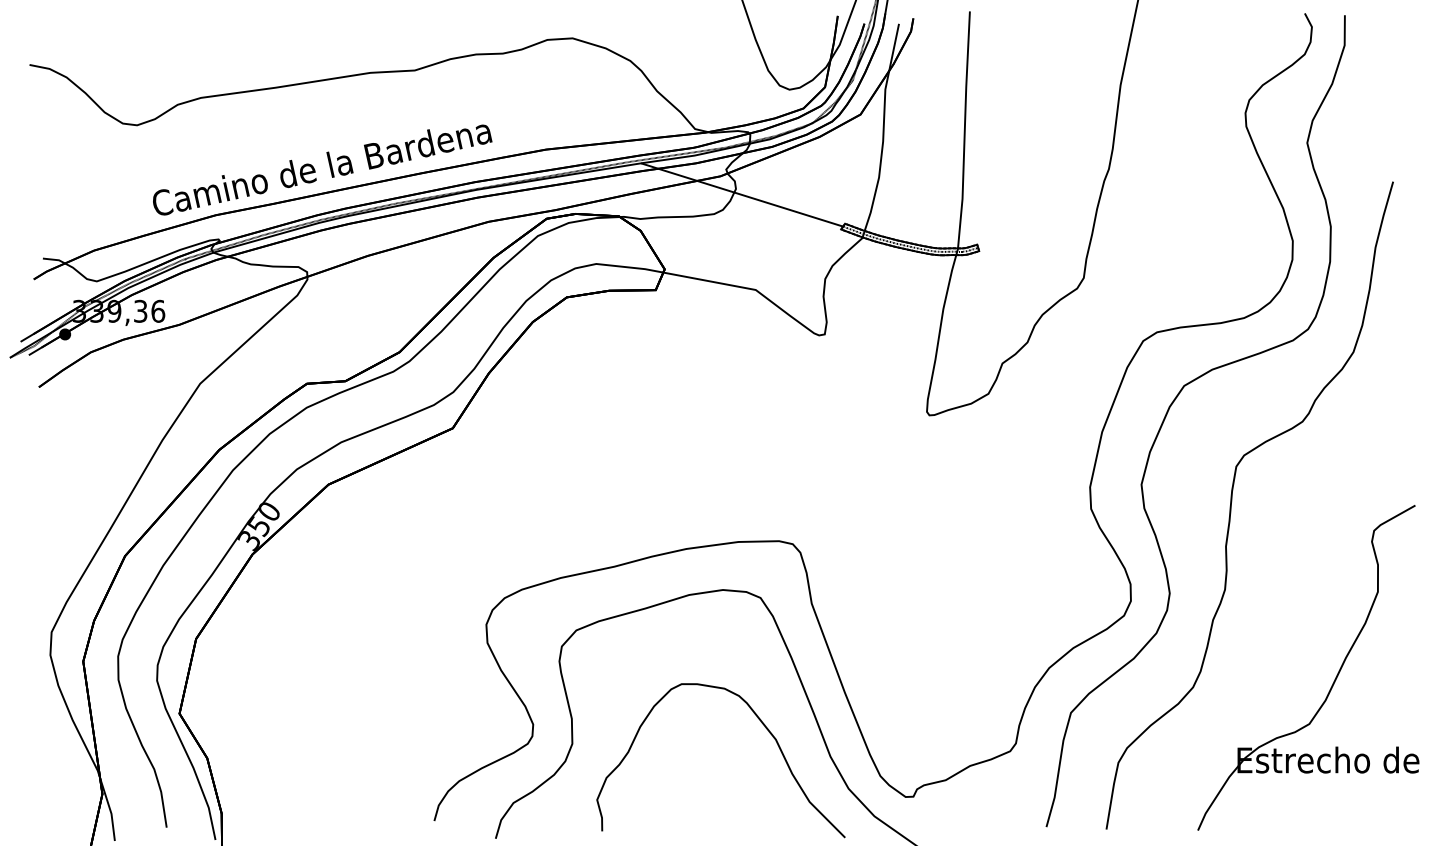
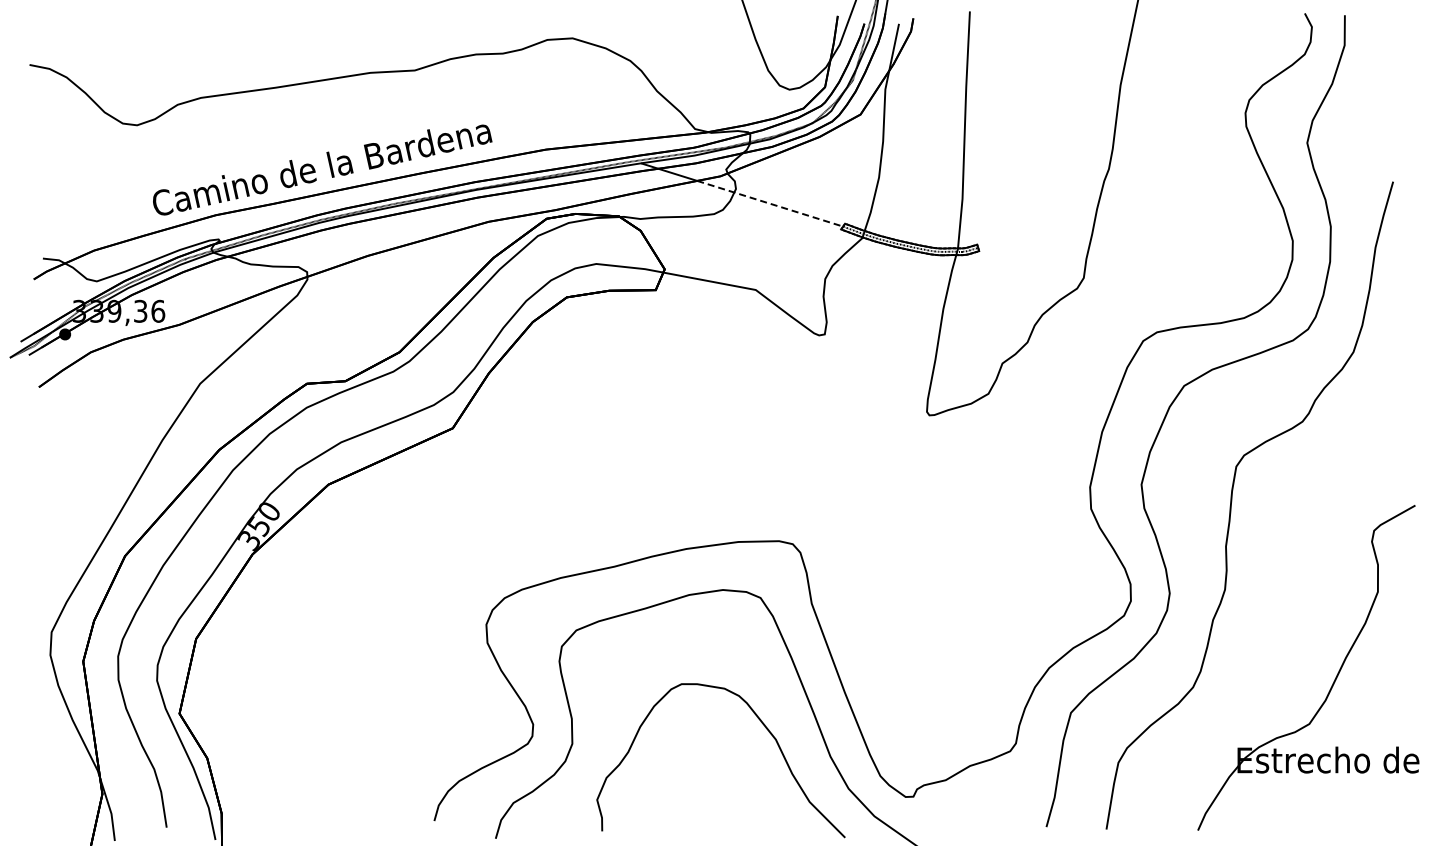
line at (770, 203): solid -> dashed
